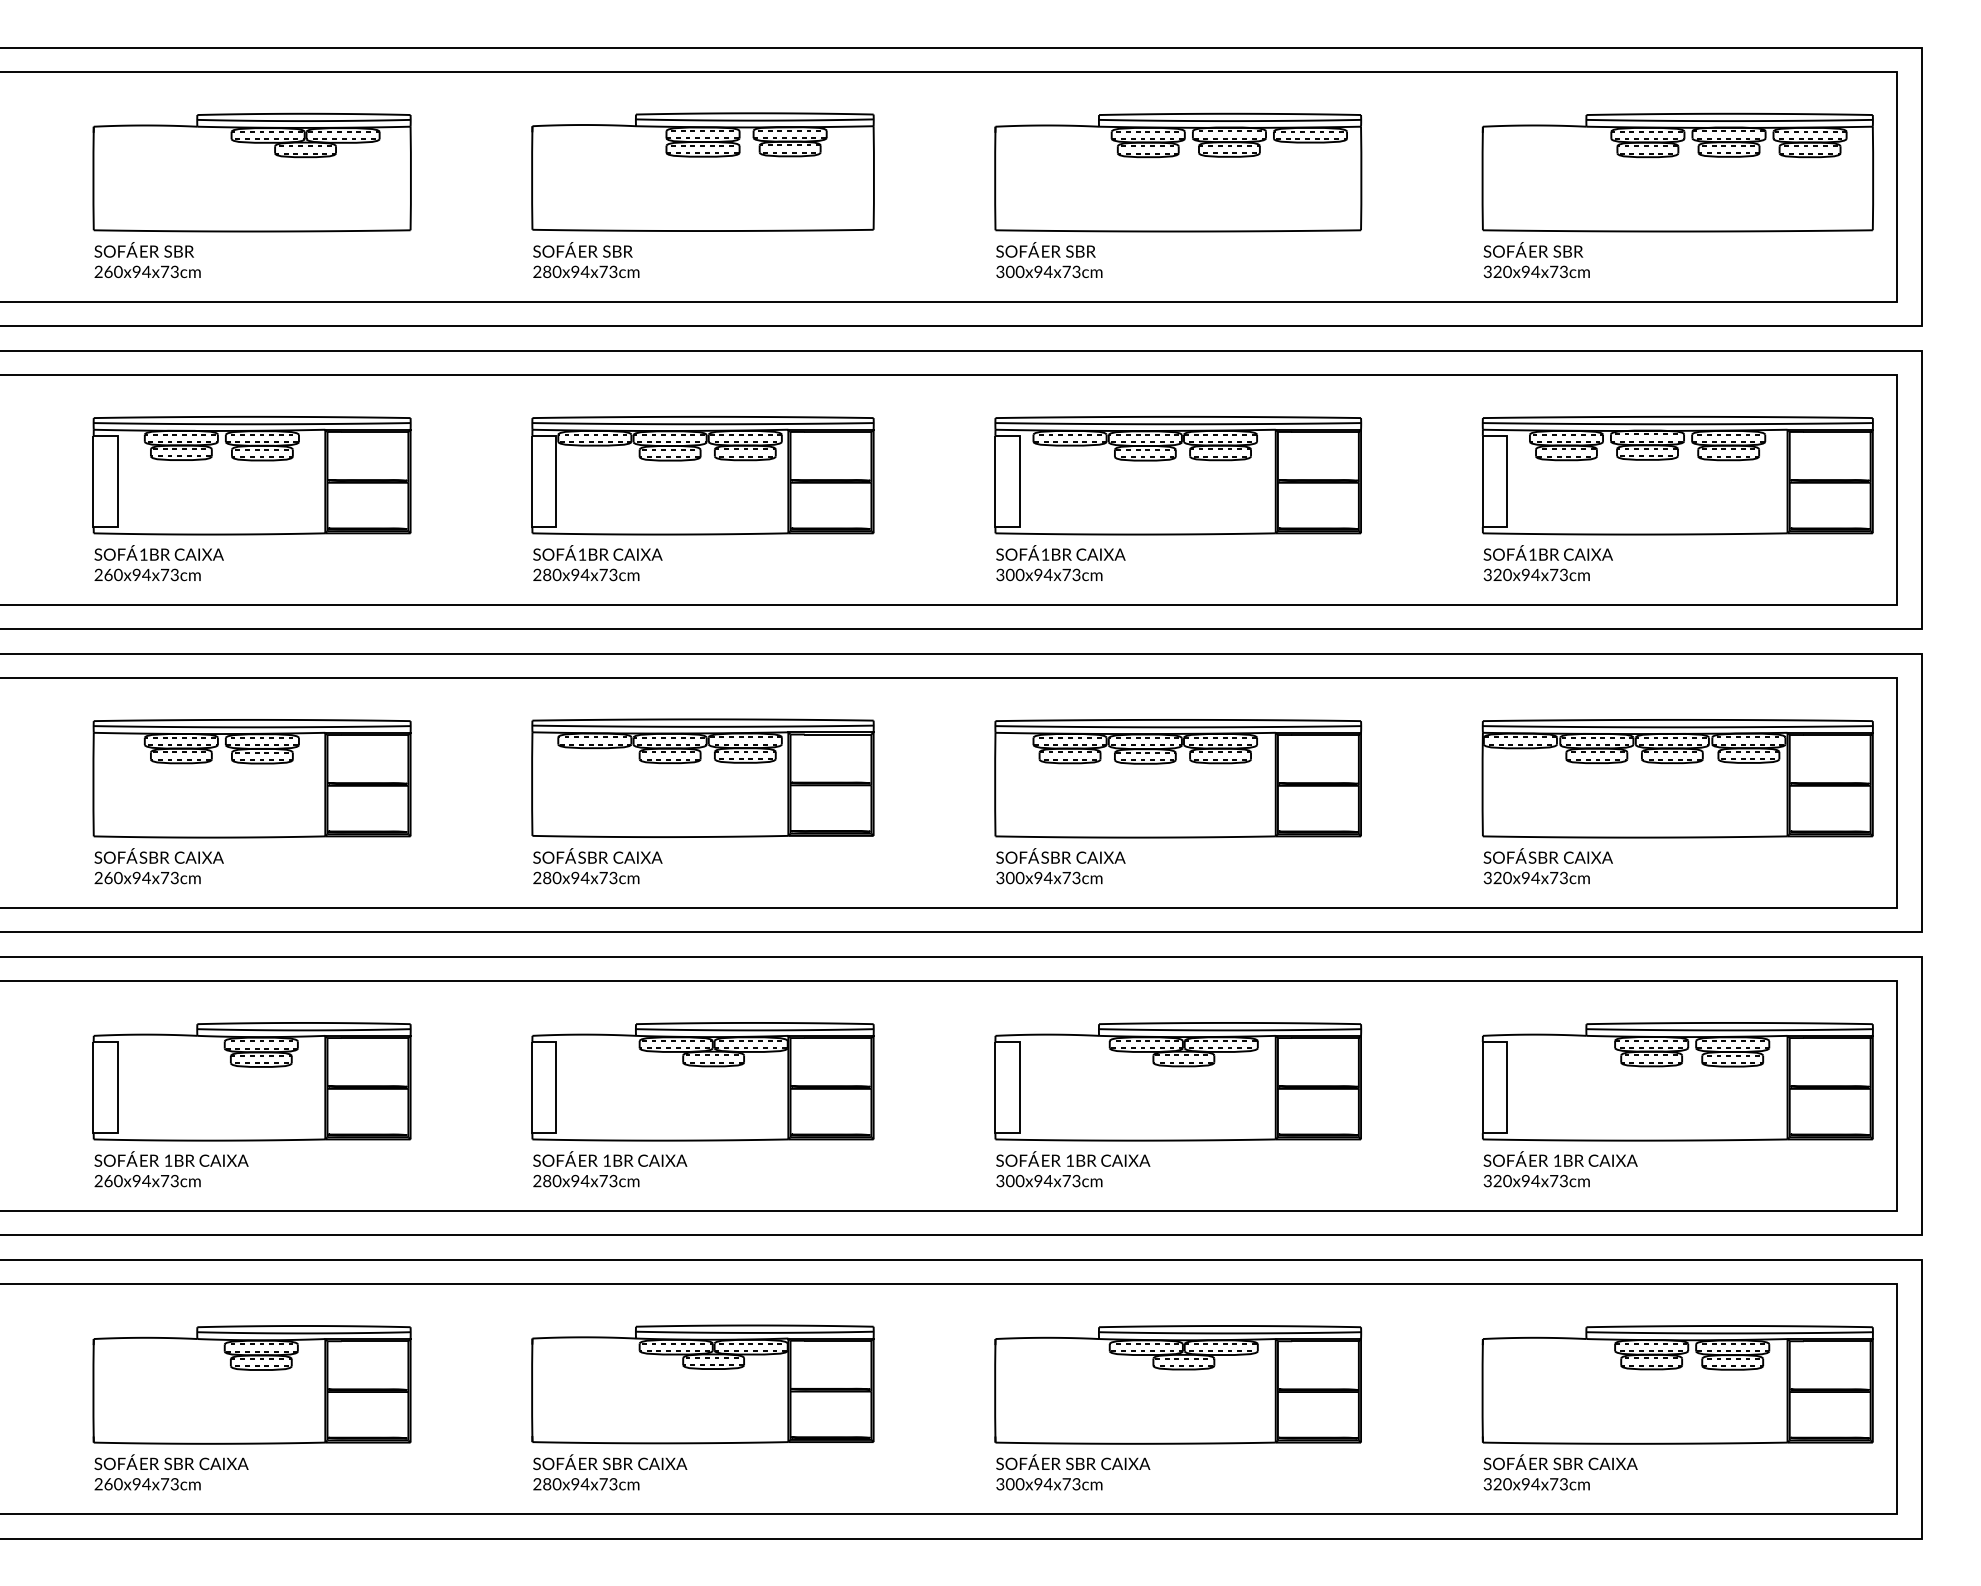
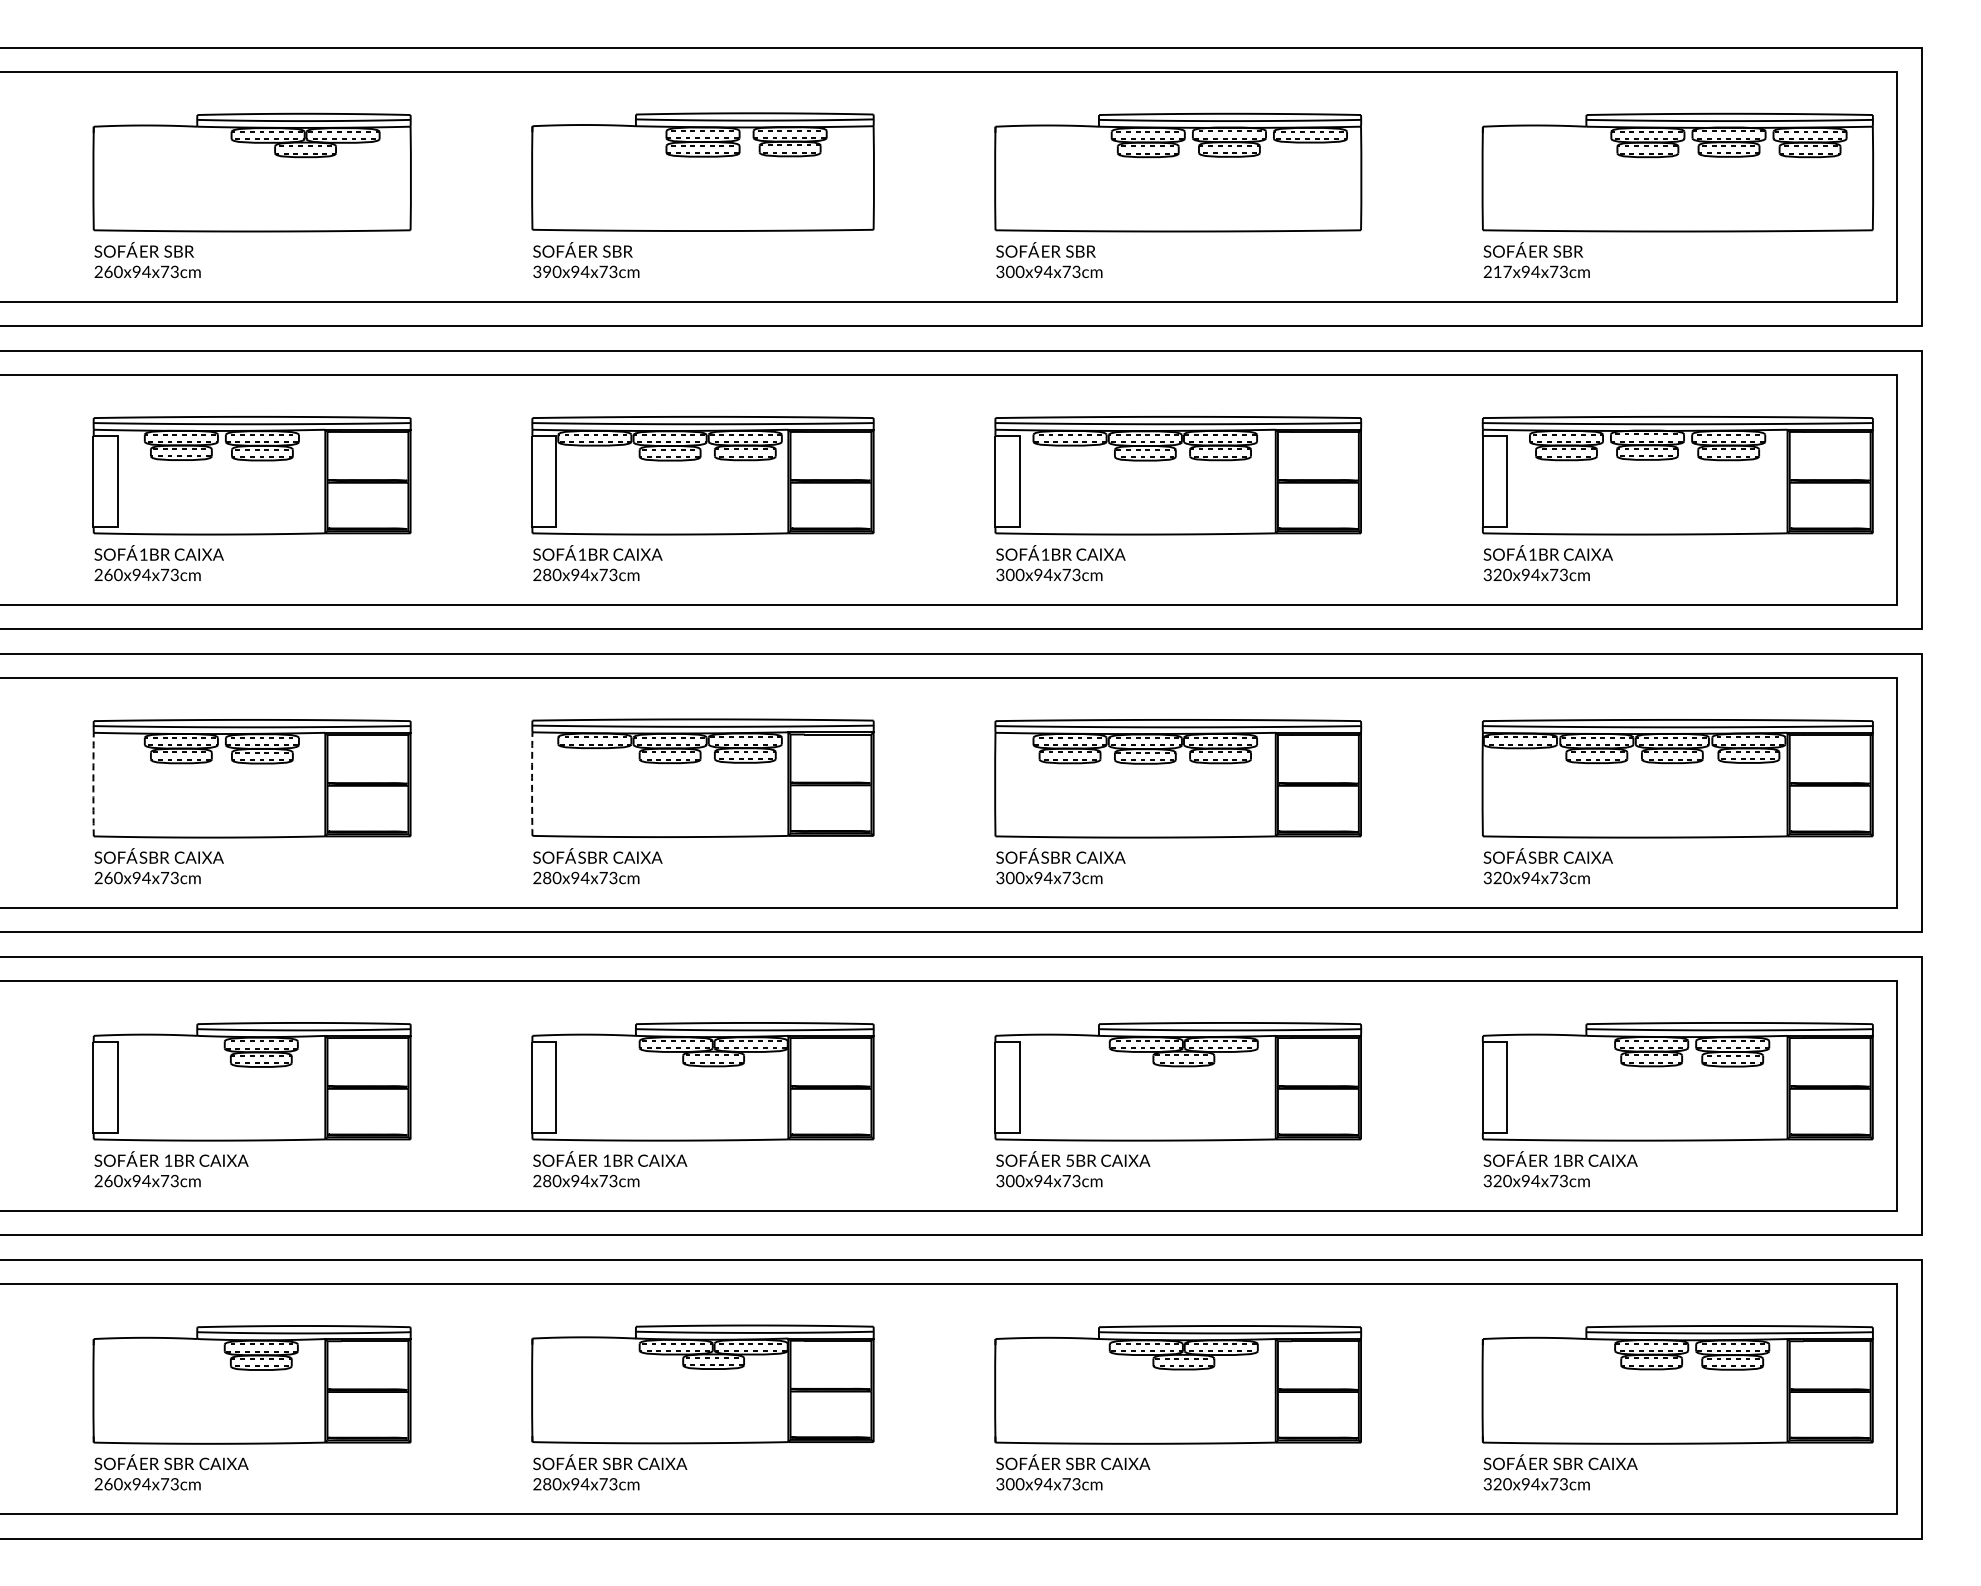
text at (1497, 271): 320x94x73cm -> 217x94x73cm
text at (542, 272): 280x94x73cm -> 390x94x73cm
arc at (93, 784): solid -> dashed
arc at (532, 784): solid -> dashed
text at (1069, 1160): 1BR -> 5BR
